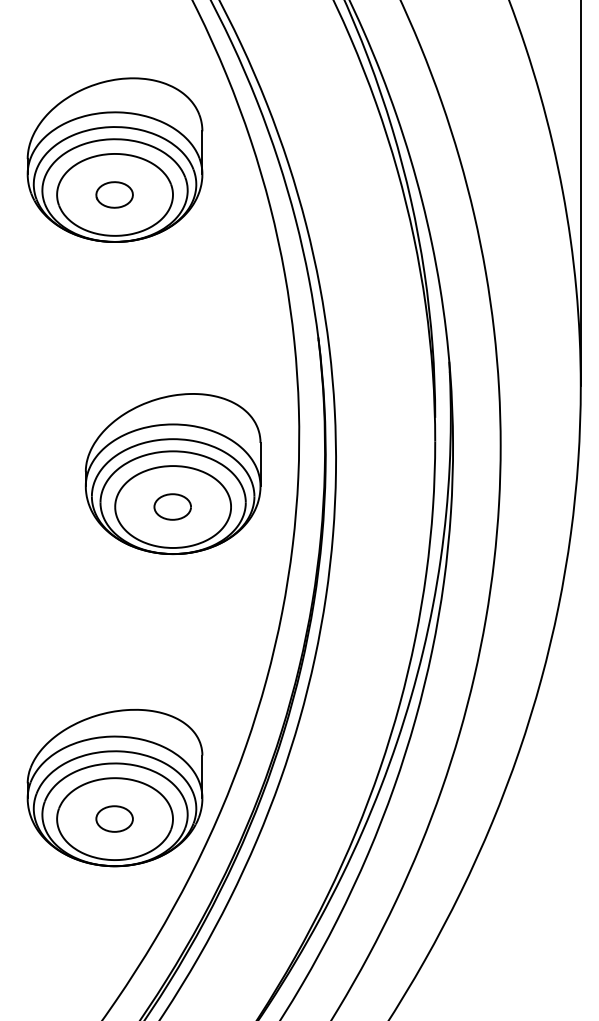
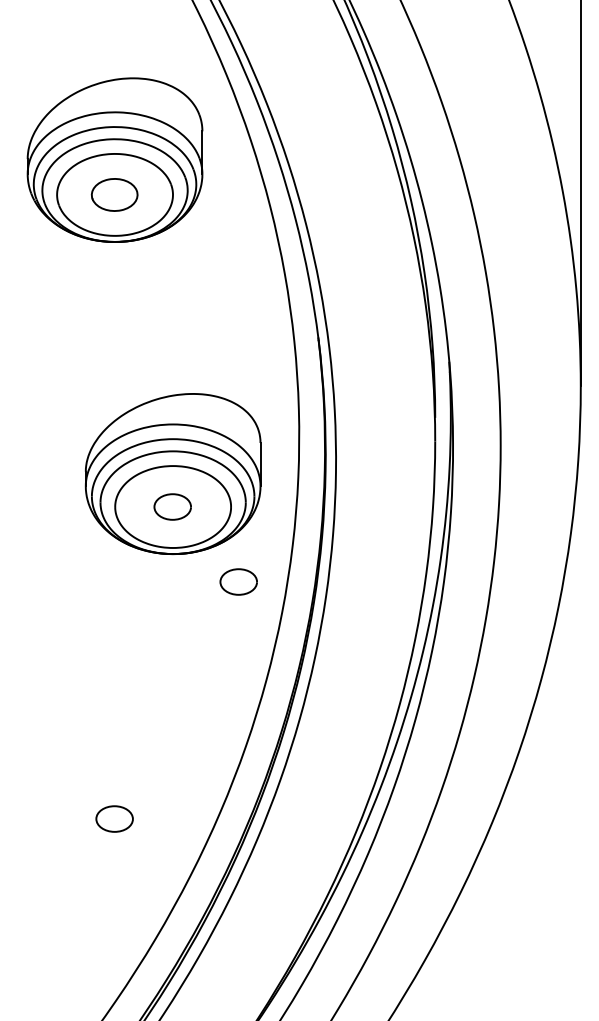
part at (114, 194) size: 39x28 px -> 49x34 px
part at (238, 581): none -> present
part at (114, 787): present -> none
